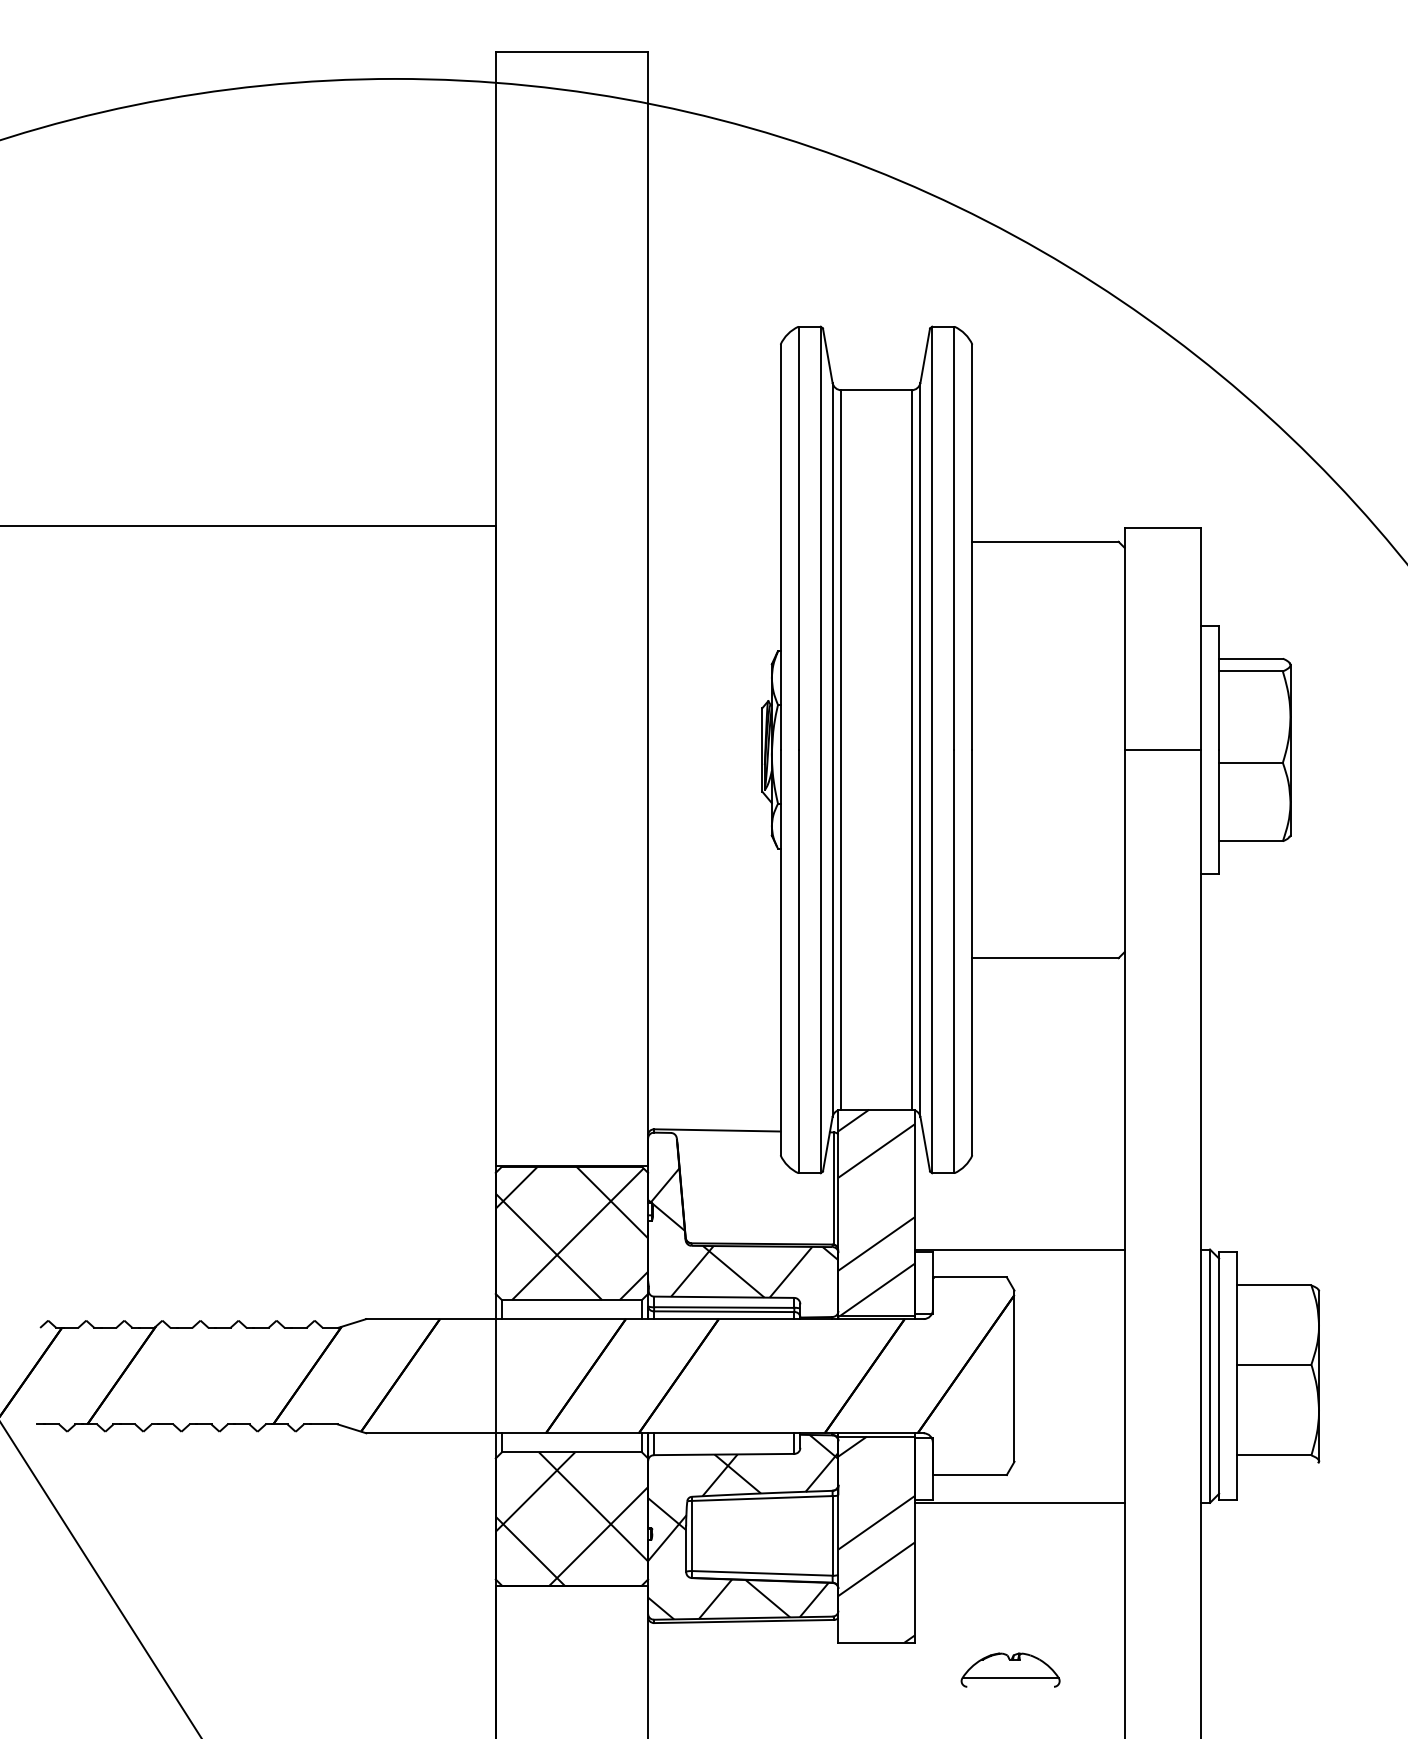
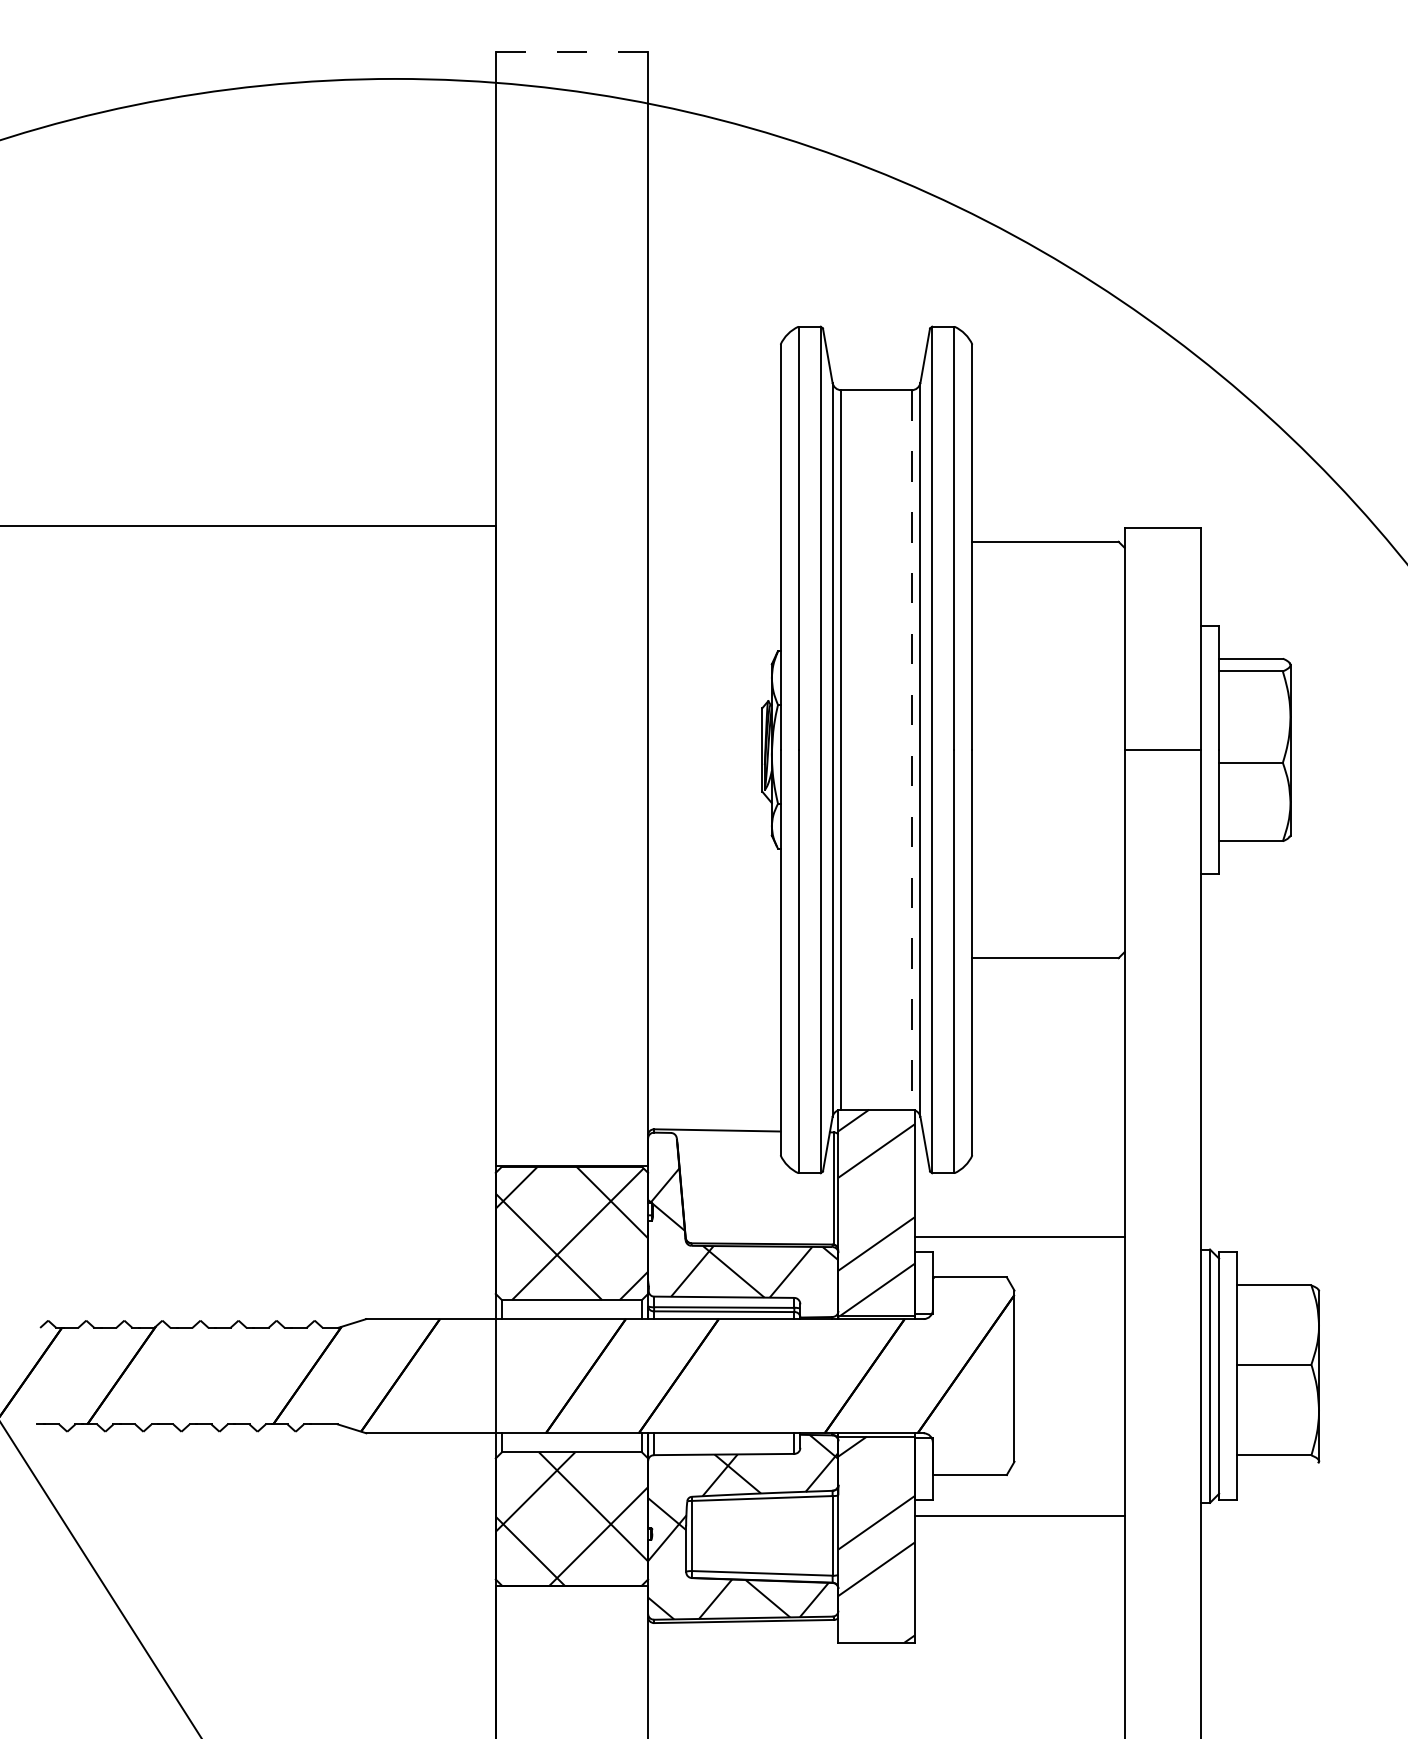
line at (571, 52): solid -> dashed
line at (911, 749): solid -> dashed
line at (1019, 1249) position: (1019, 1249) -> (1019, 1236)
line at (1019, 1502) position: (1019, 1502) -> (1019, 1515)
part at (1010, 1669): present -> none
